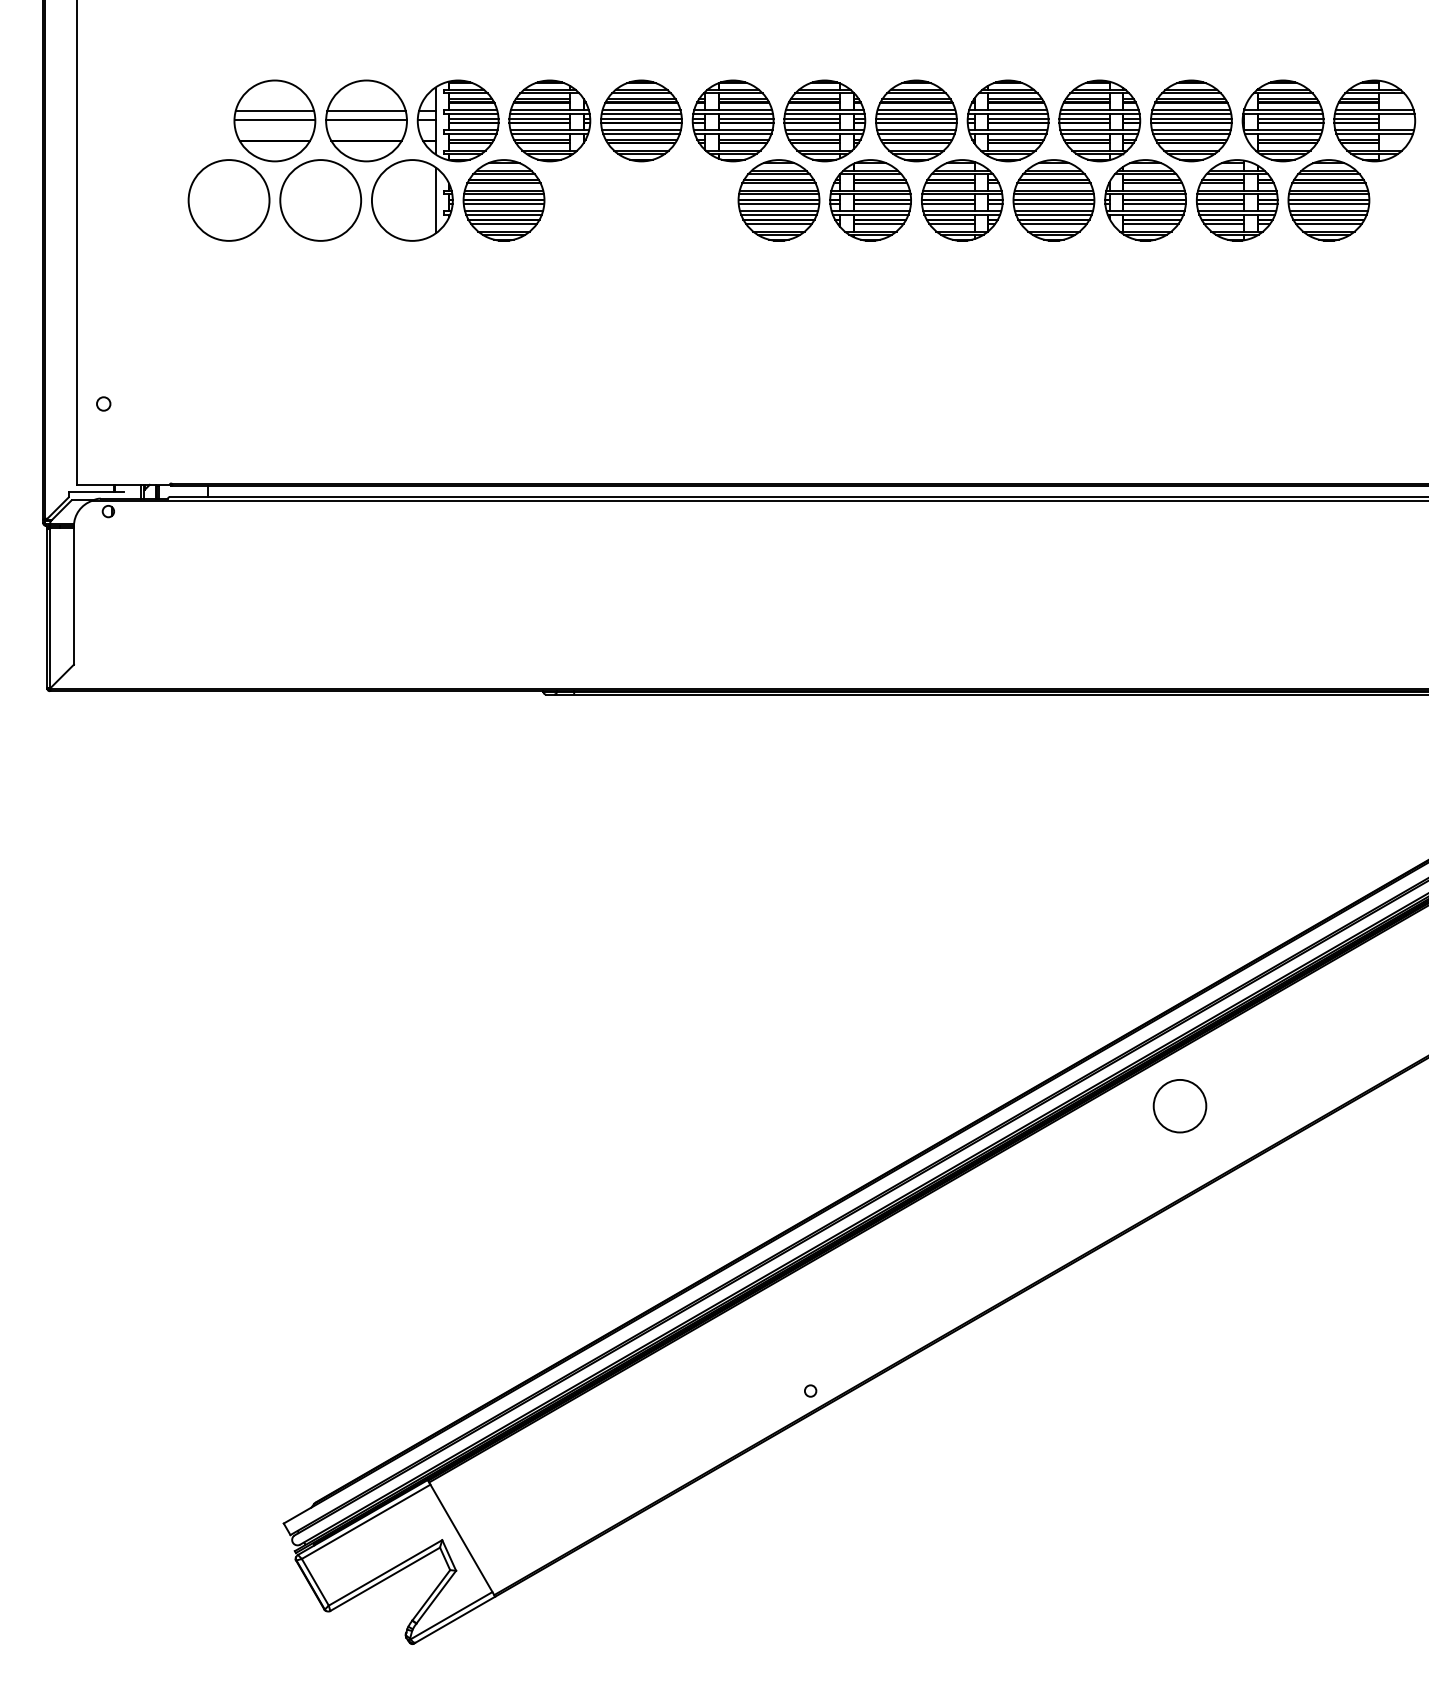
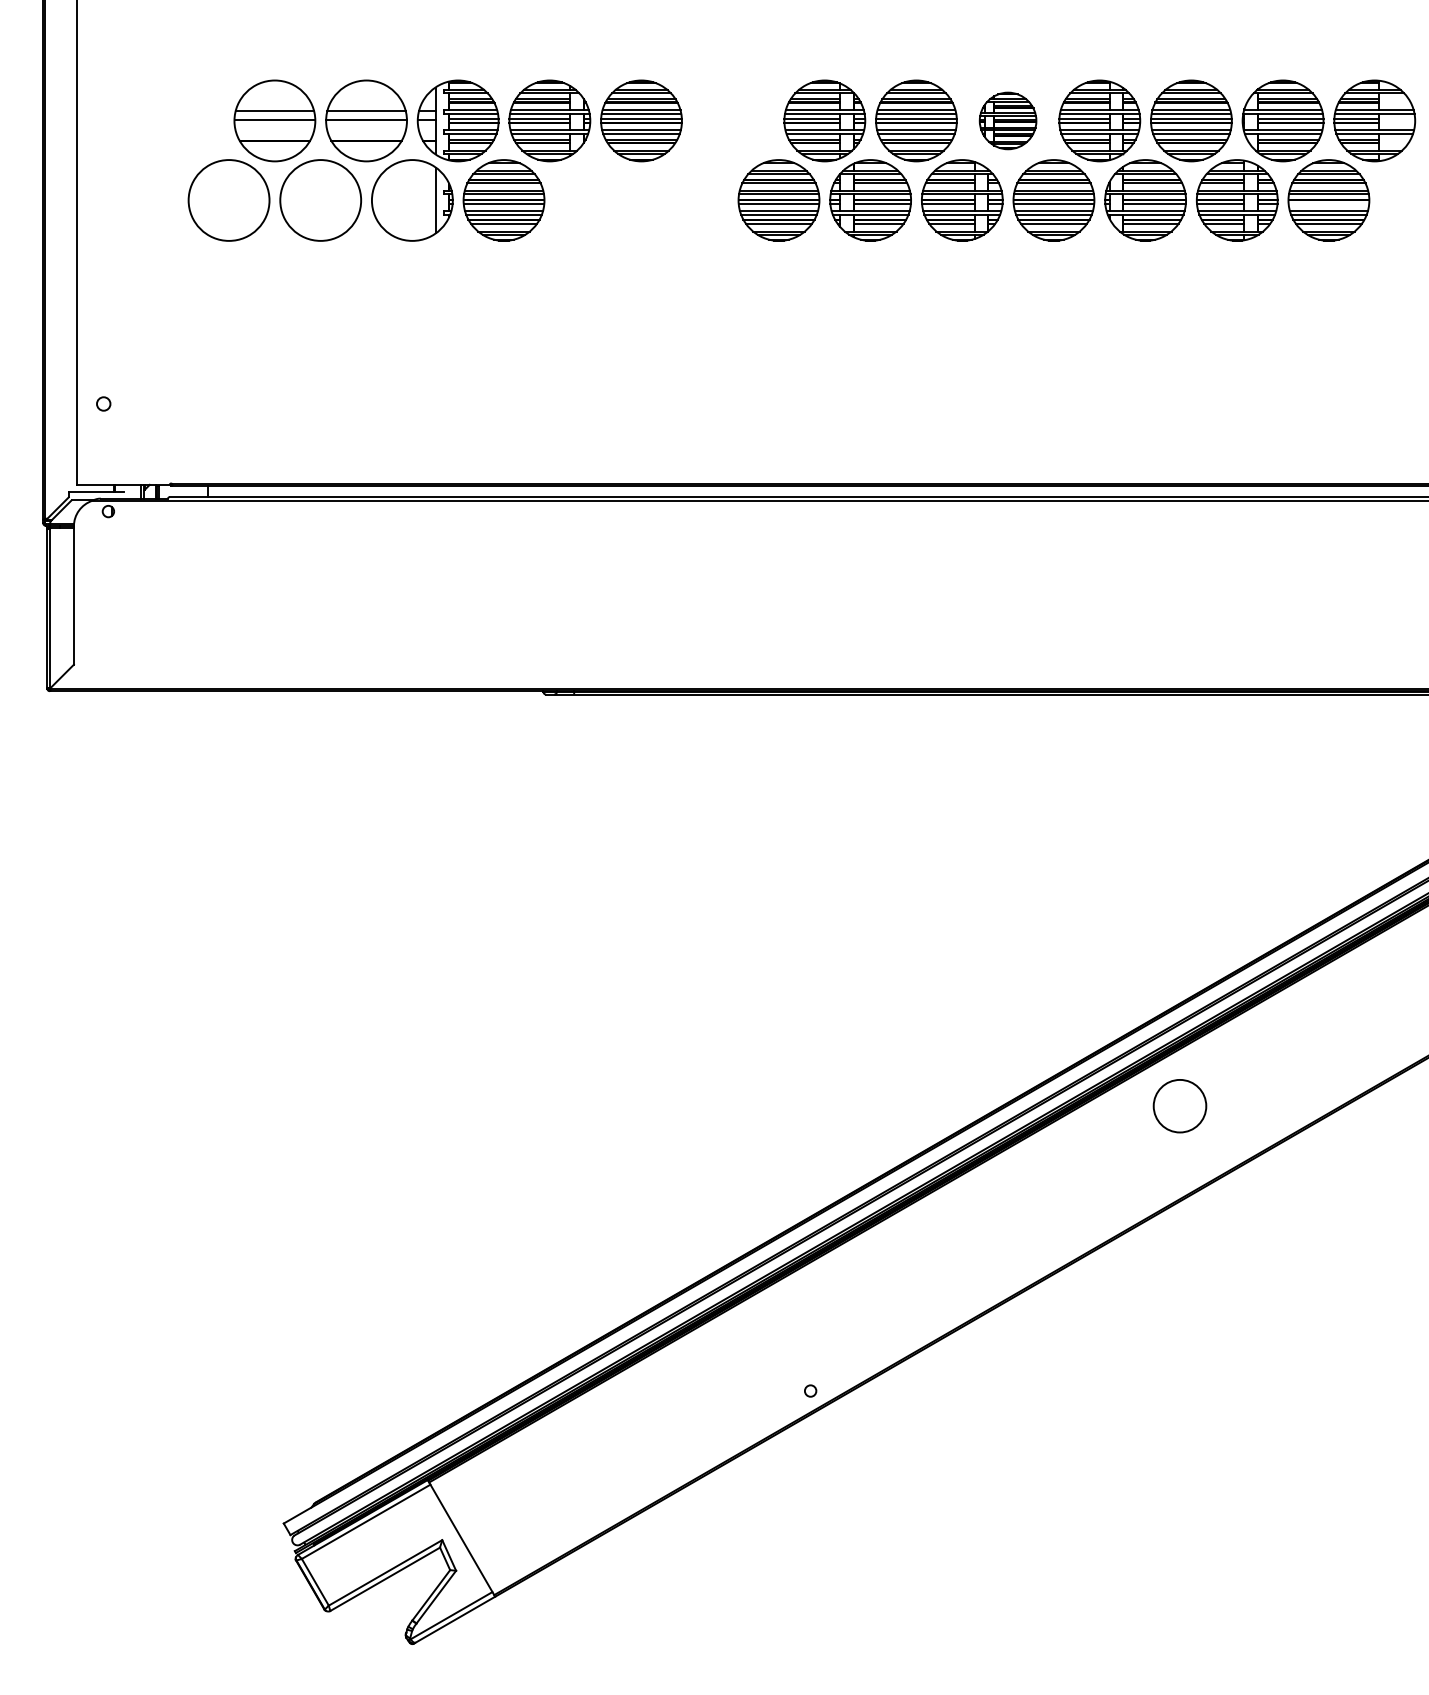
part at (732, 120): present -> none
part at (1007, 120) size: 84x84 px -> 60x60 px
line at (1328, 203): present -> none
